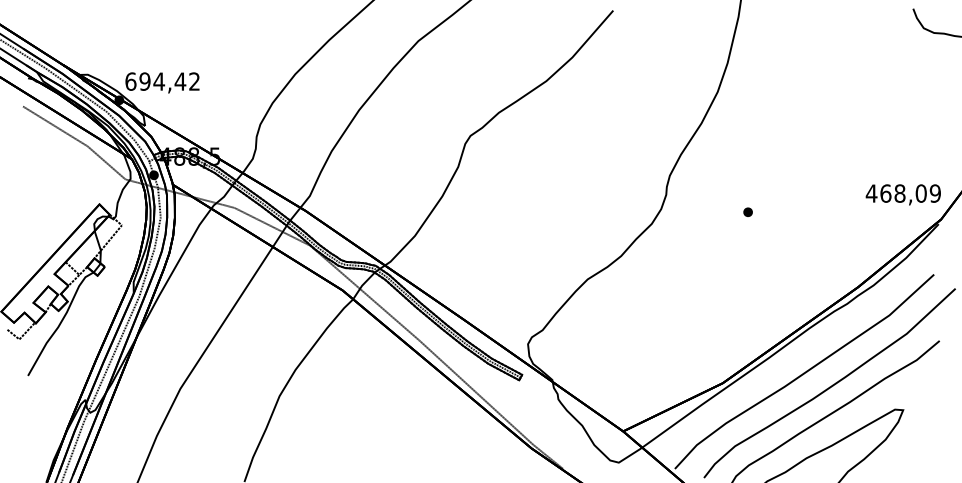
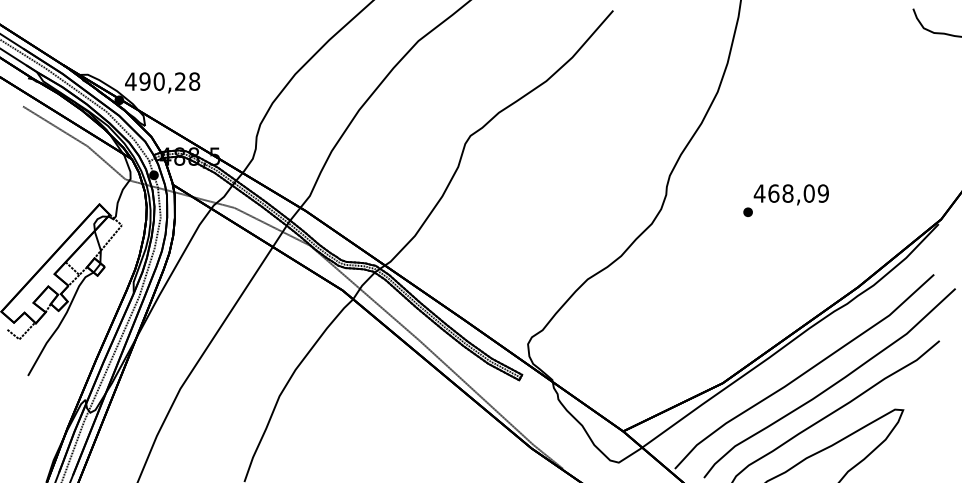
text at (162, 81): 694,42 -> 490,28
text at (902, 194) position: (902, 194) -> (790, 194)
